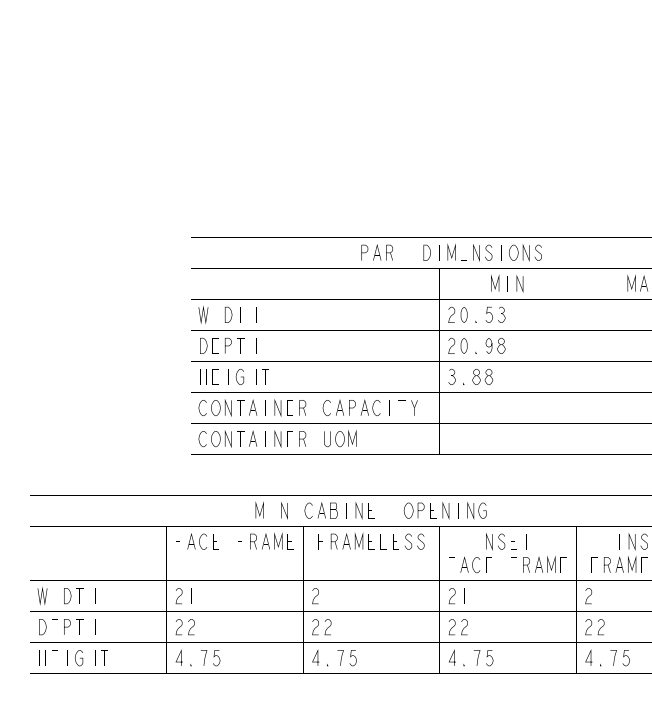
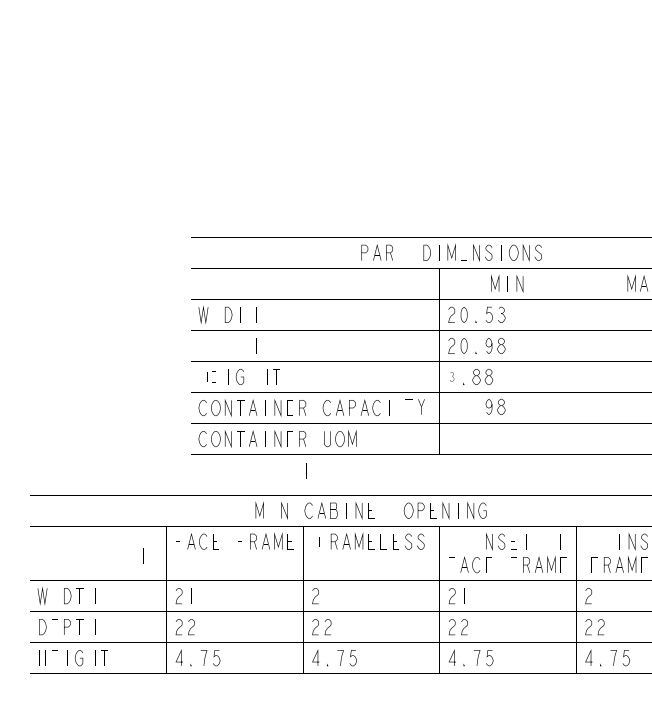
part at (222, 345): present -> none
part at (209, 376) size: 19x16 px -> 9x12 px
part at (262, 376) position: (262, 376) -> (273, 376)
part at (451, 376) size: 8x16 px -> 5x10 px
part at (495, 406): none -> present
part at (407, 407) position: (407, 407) -> (414, 406)
line at (306, 470): none -> present
part at (320, 541) size: 5x16 px -> 1x10 px
line at (560, 541): none -> present
line at (143, 555): none -> present
